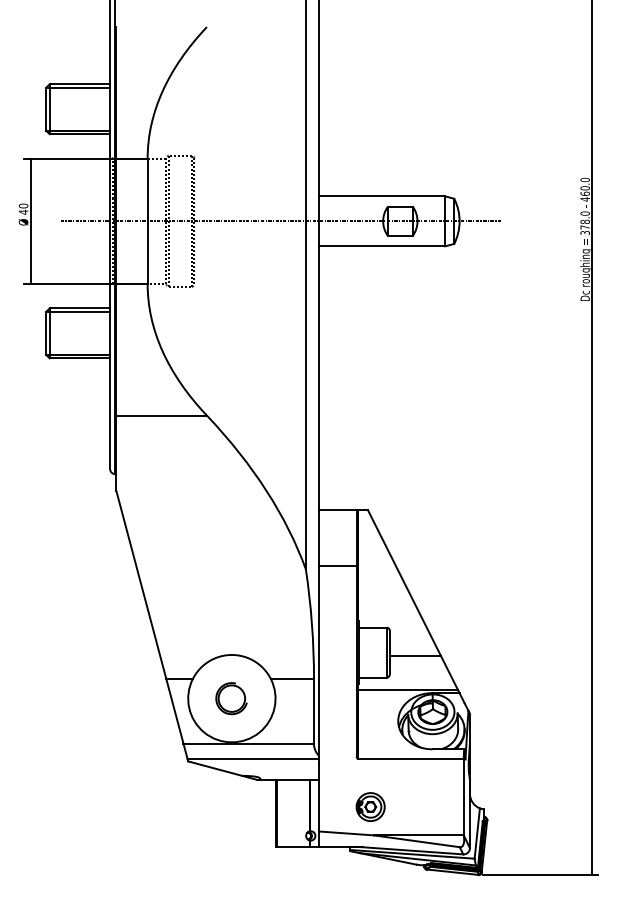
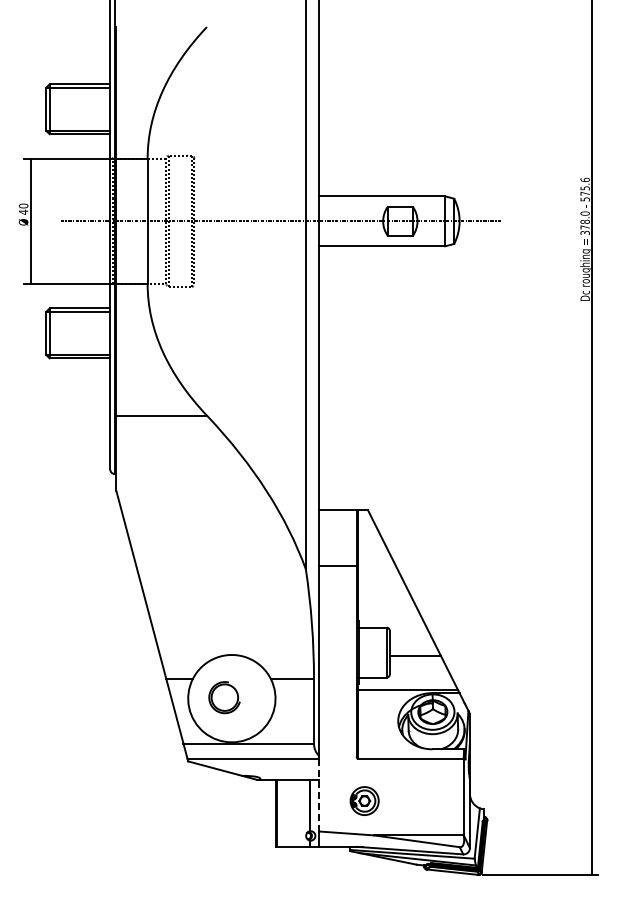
text at (584, 189): 460.0 -> 575.6
part at (231, 698) position: (231, 698) -> (224, 697)
line at (319, 796): solid -> dashed
part at (370, 806) position: (370, 806) -> (364, 800)
